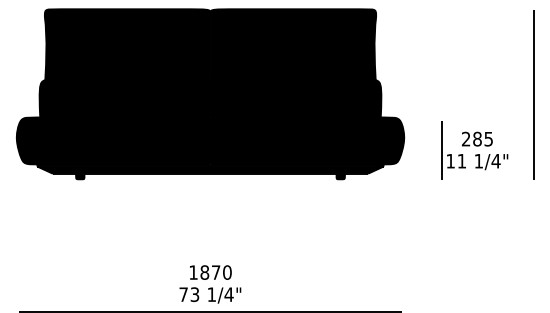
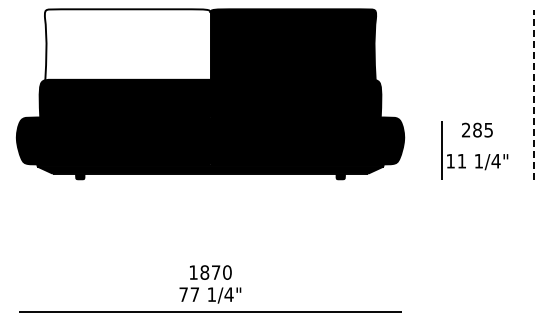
fill at (127, 44): present -> none
line at (533, 94): solid -> dashed
text at (477, 138) position: (477, 138) -> (477, 129)
text at (194, 294): 73 -> 77
